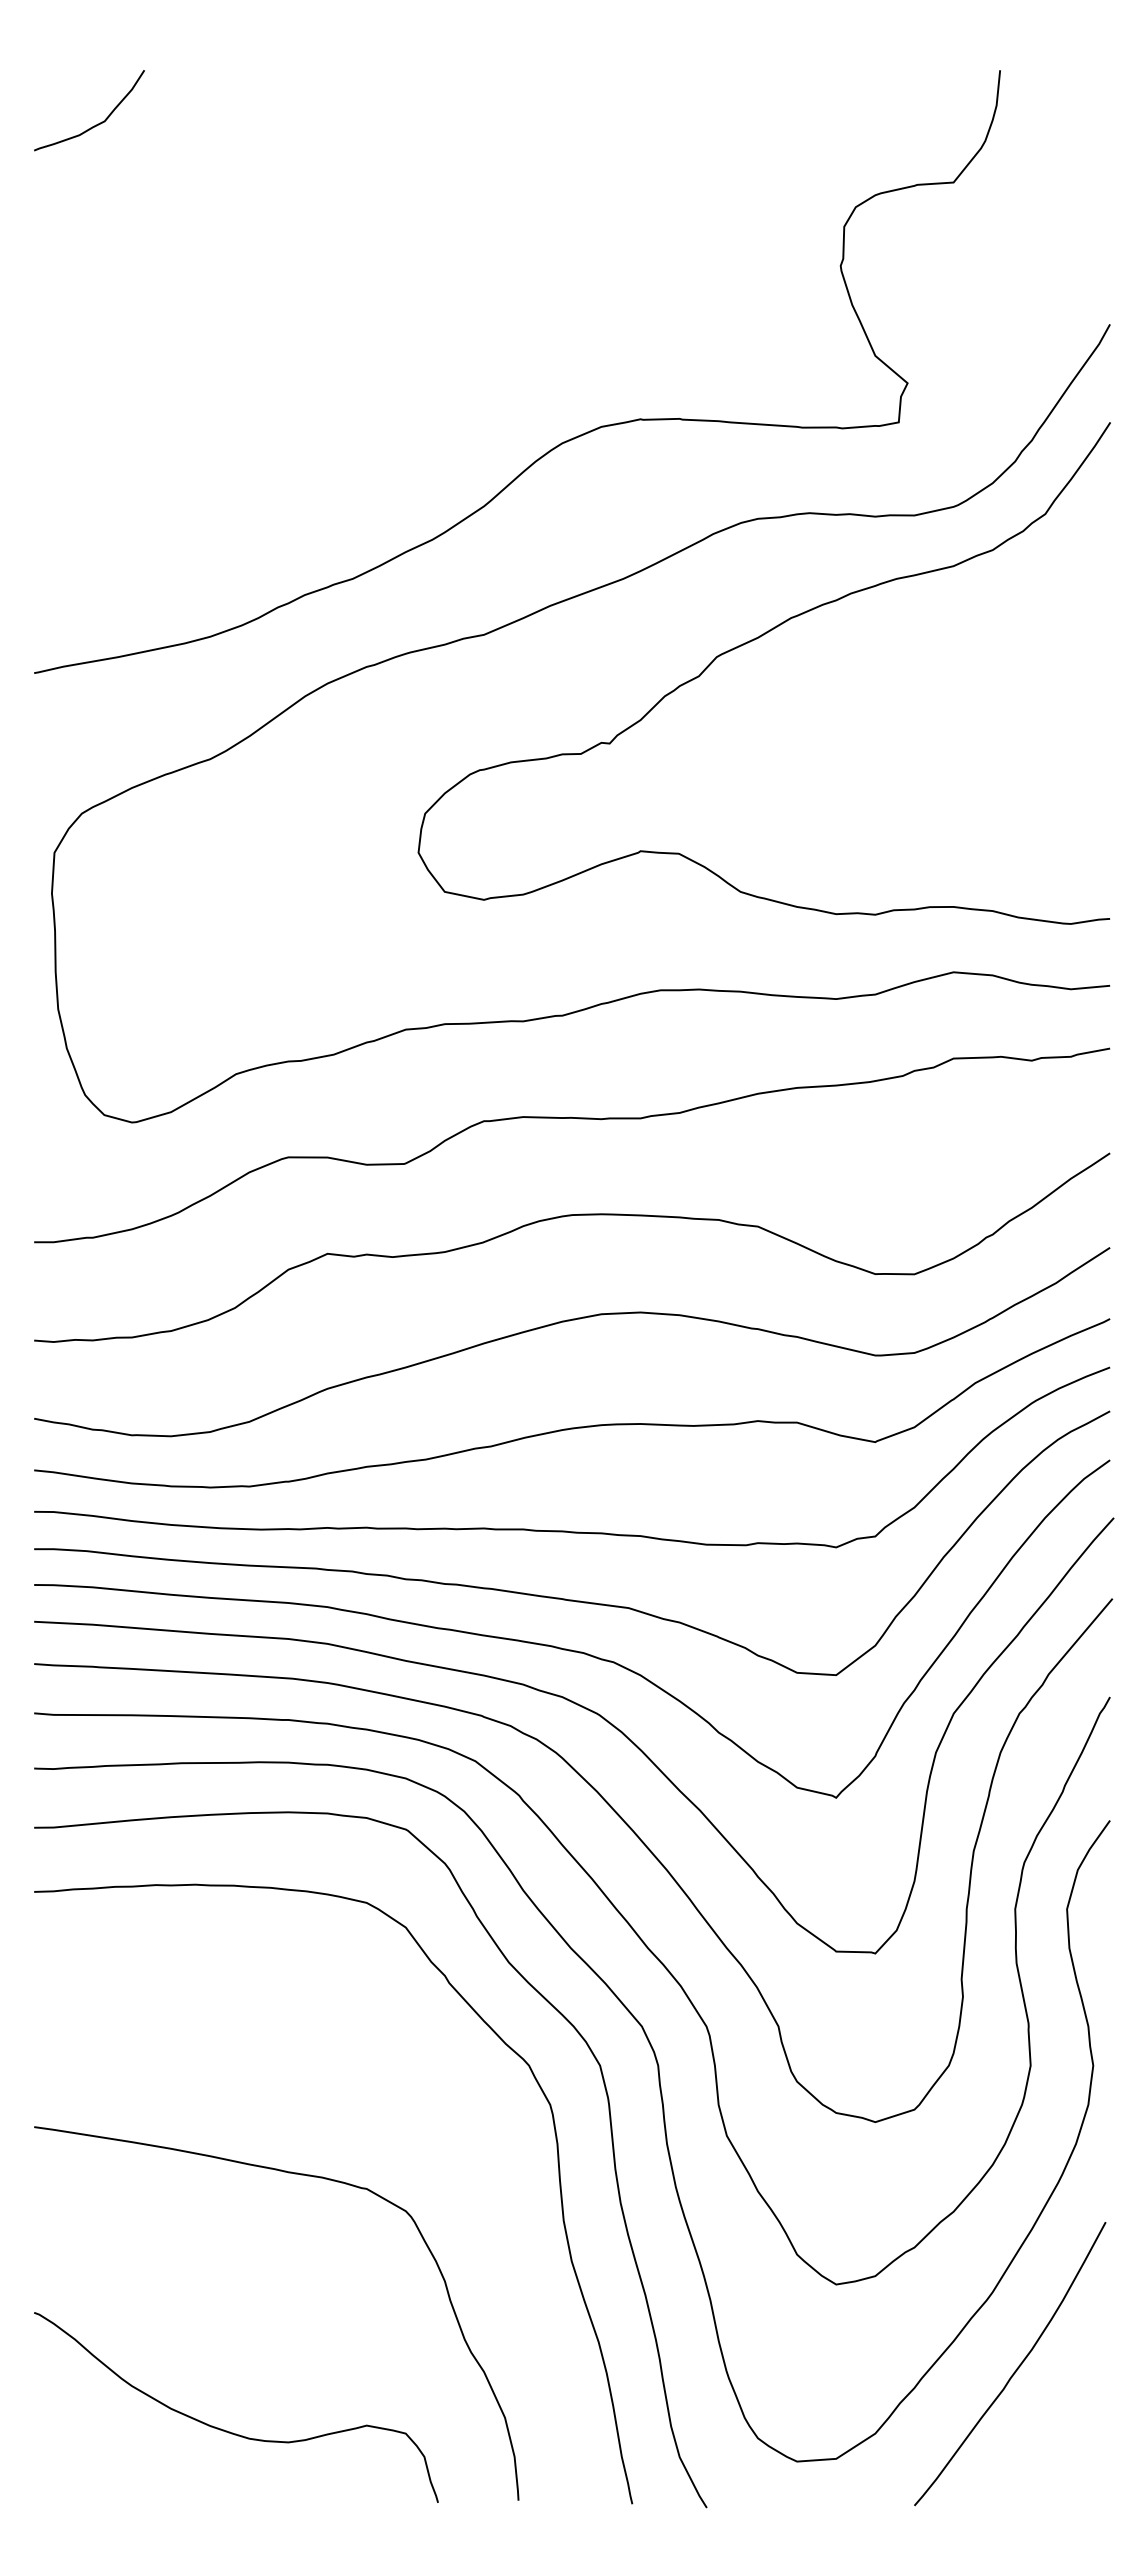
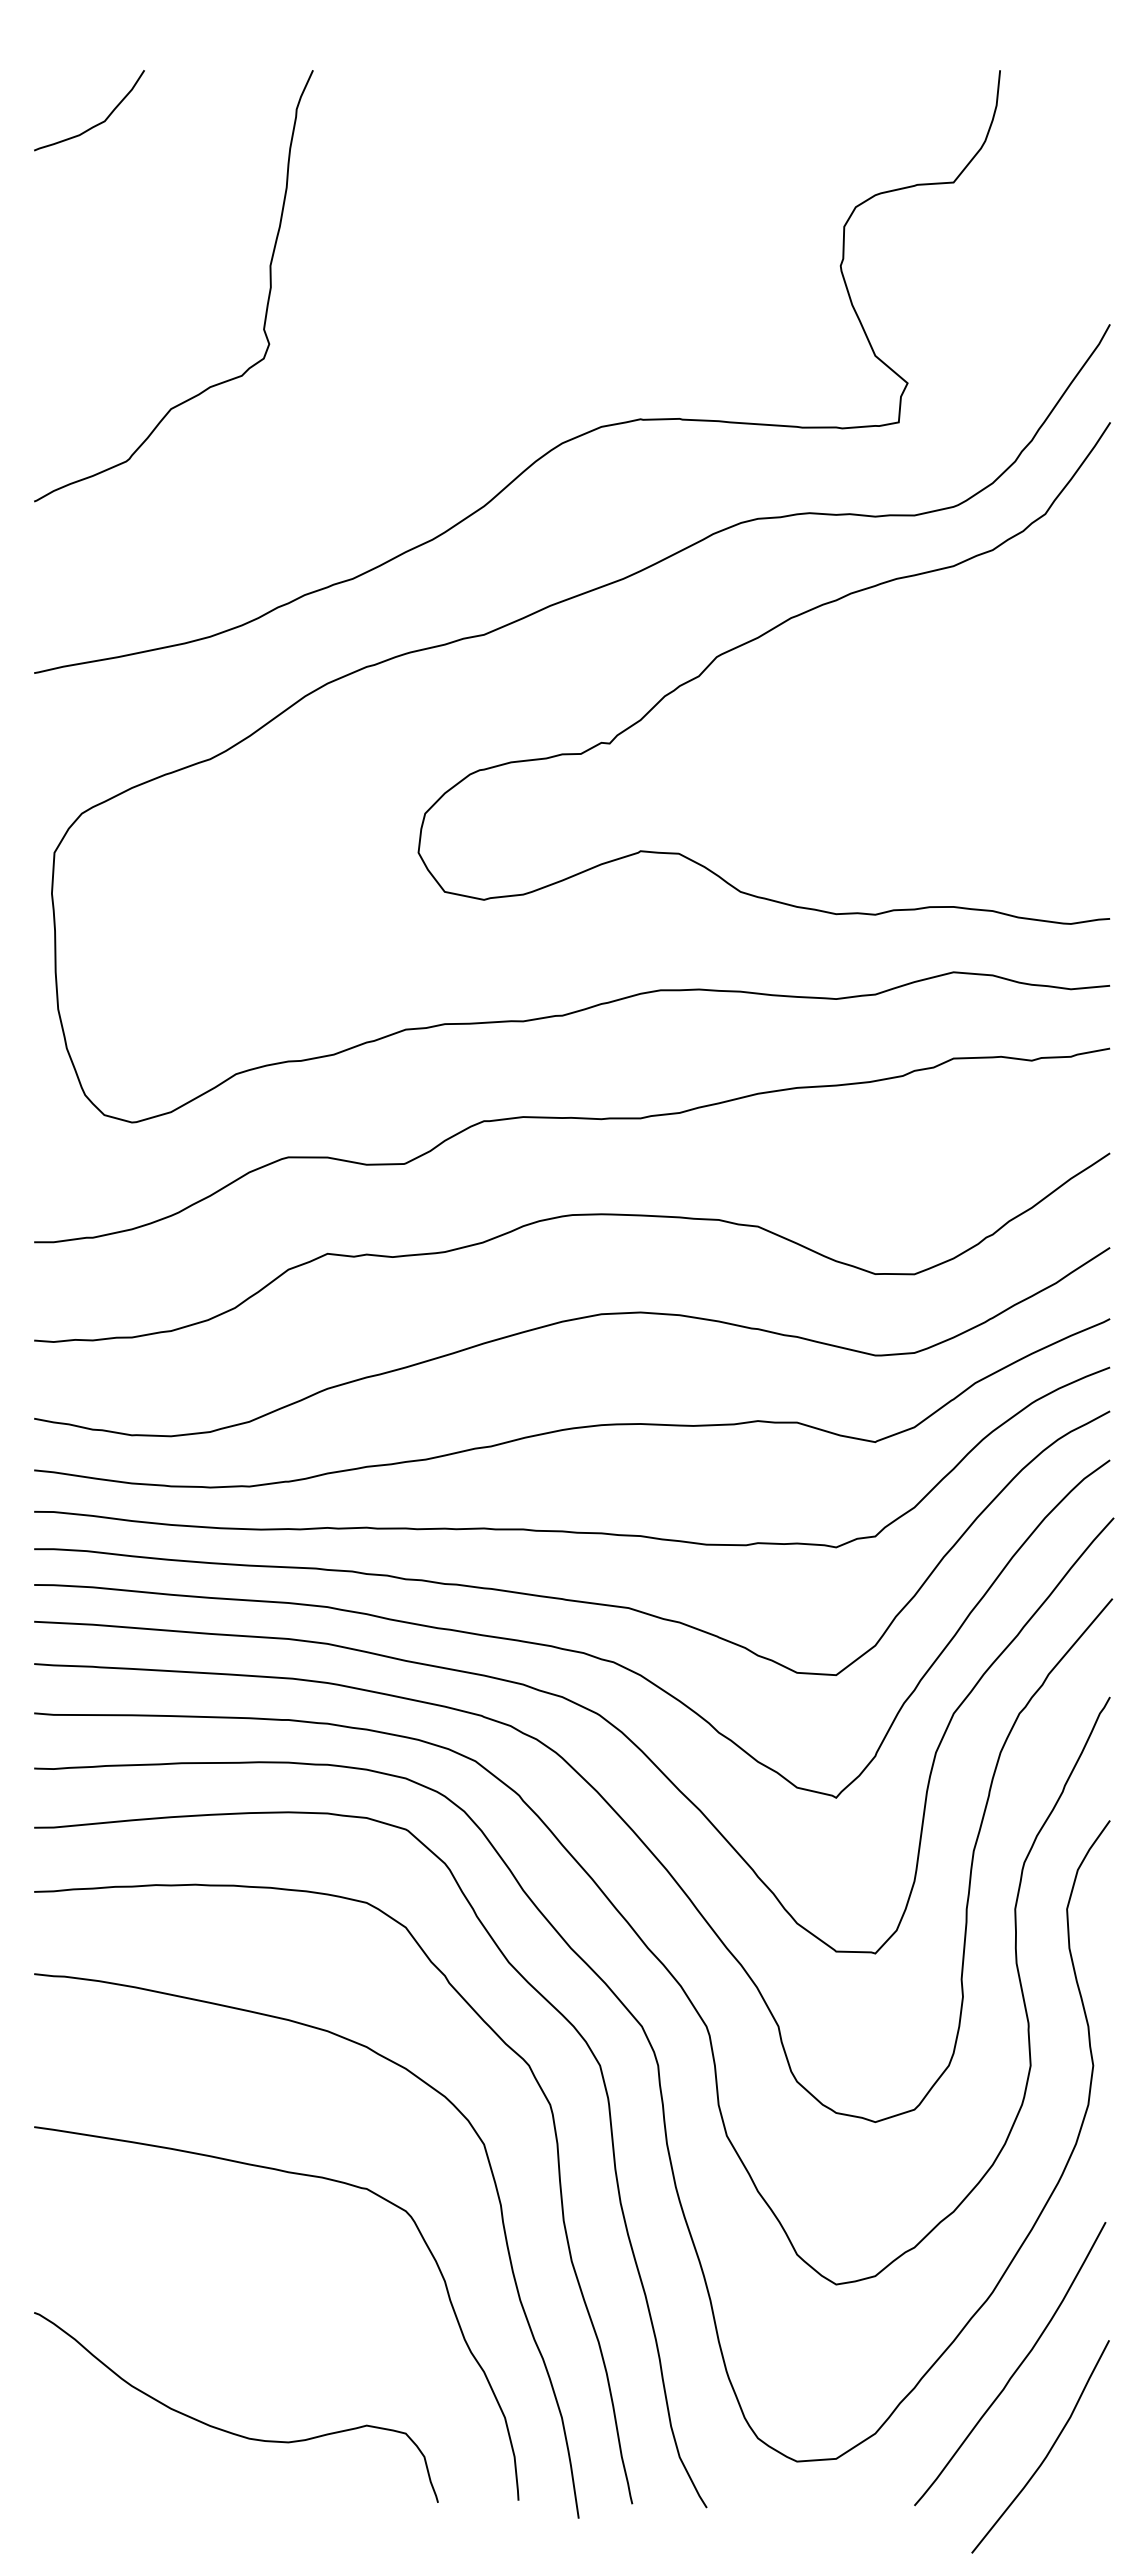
curve at (266, 304): none -> present
curve at (501, 2219): none -> present
curve at (1047, 2452): none -> present
